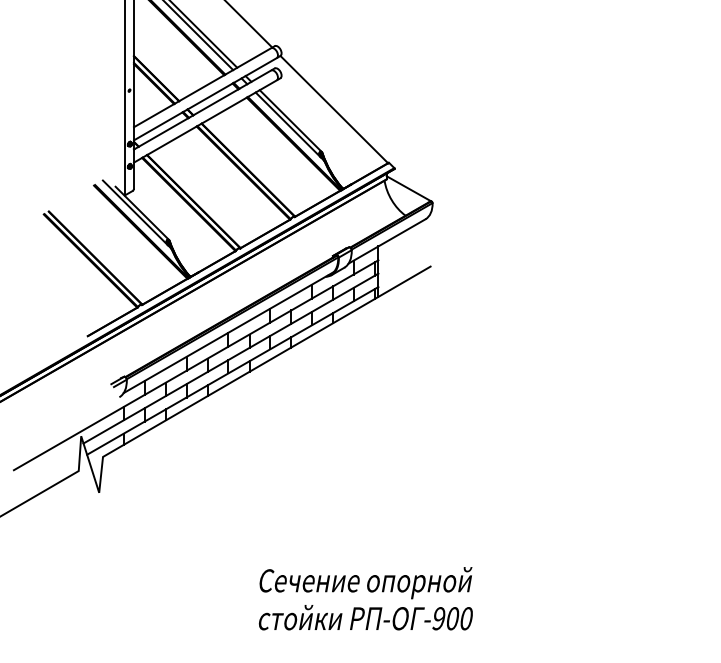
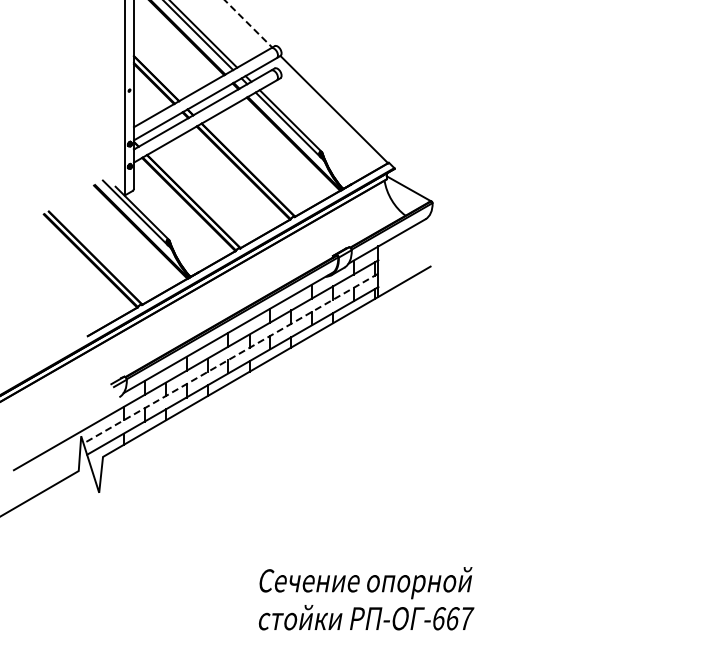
line at (248, 24): solid -> dashed
line at (230, 358): solid -> dashed
text at (453, 618): -900 -> -667
